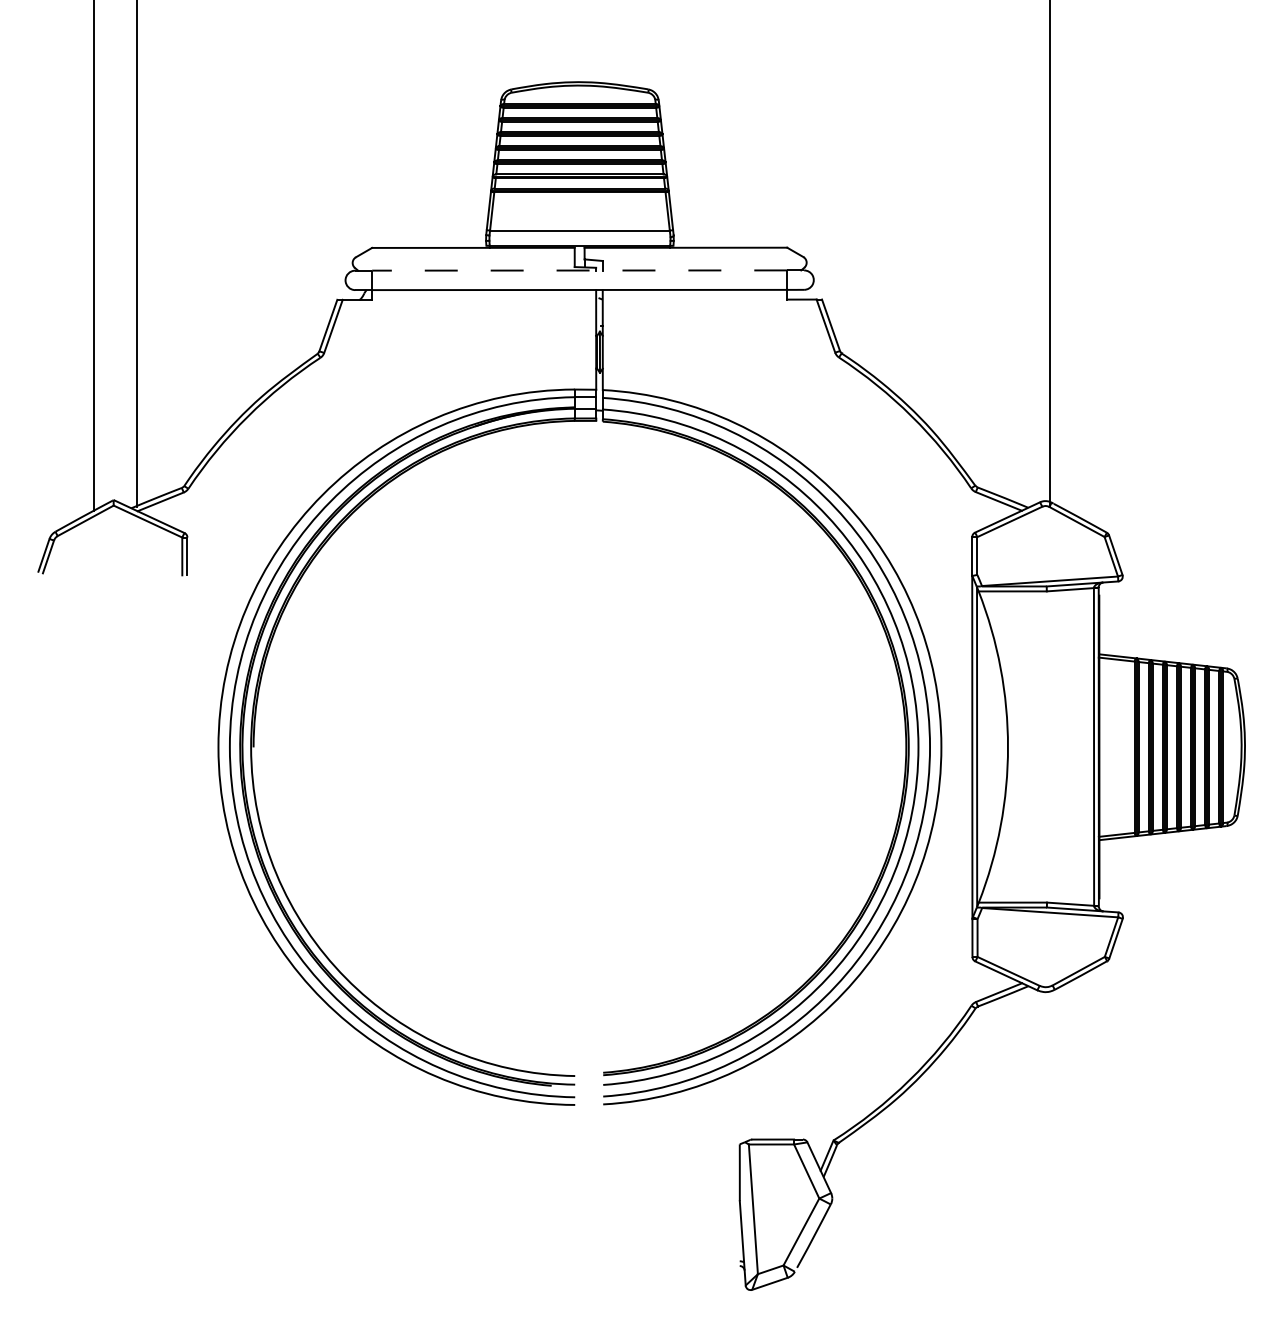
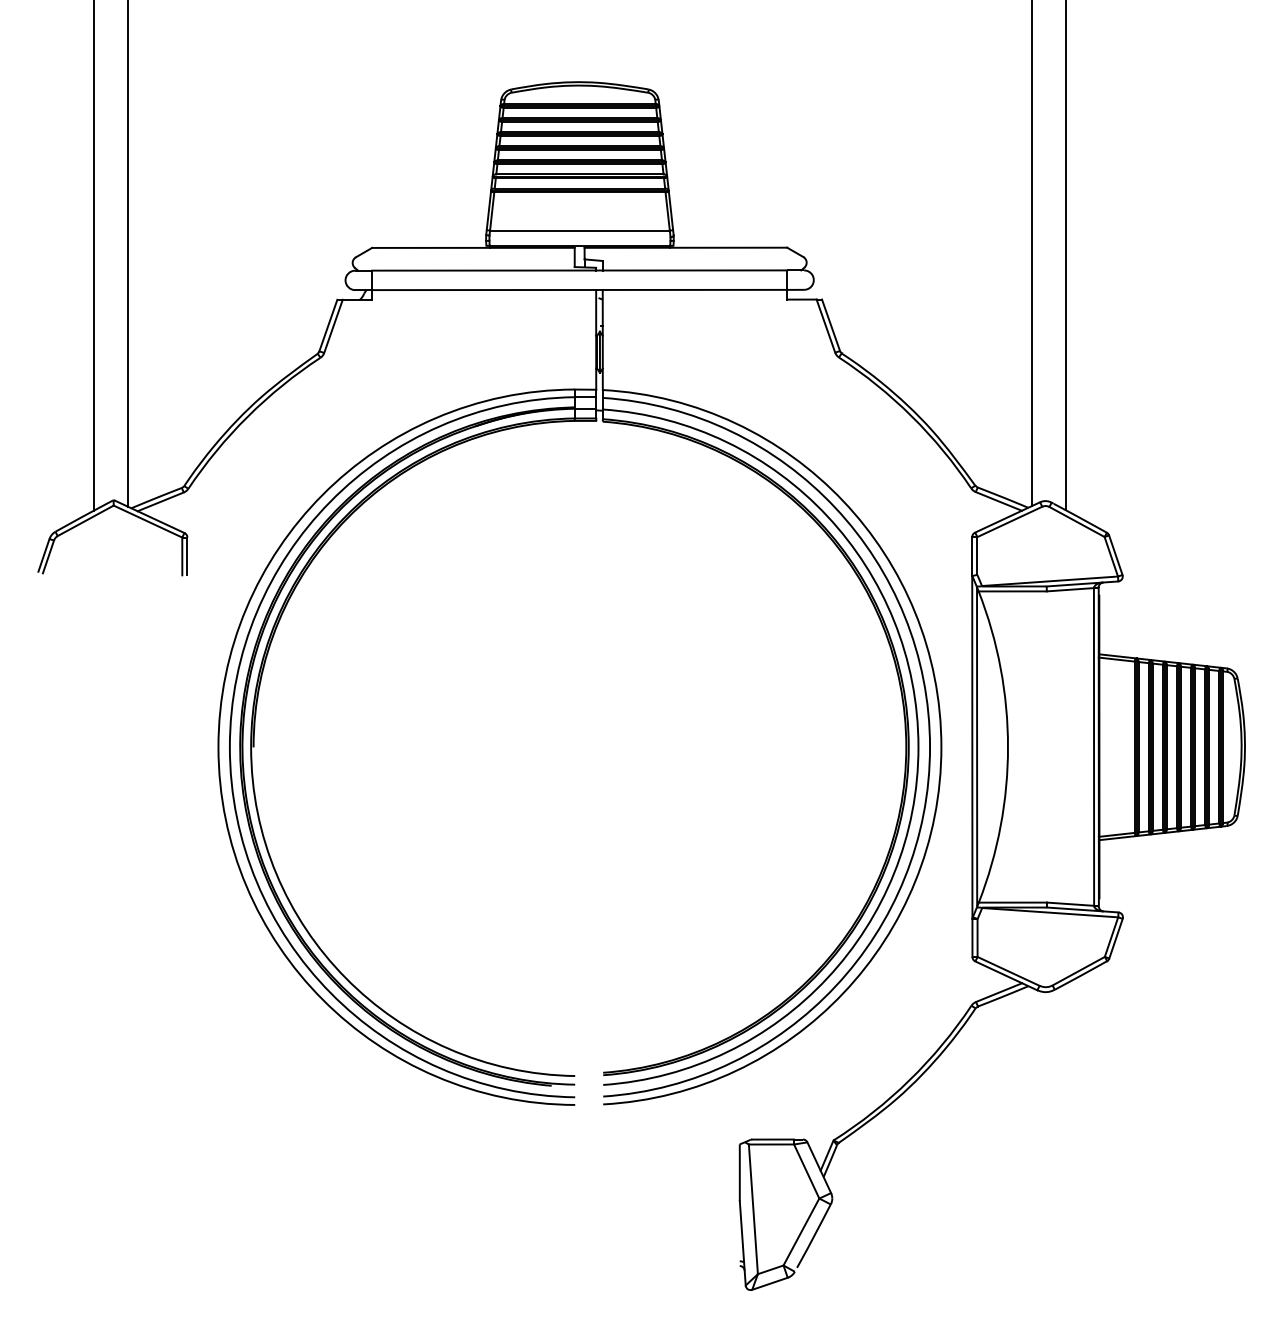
line at (137, 254) position: (137, 254) -> (128, 254)
line at (1049, 254) position: (1049, 254) -> (1031, 254)
line at (1066, 256): none -> present
line at (579, 270): dashed -> solid
